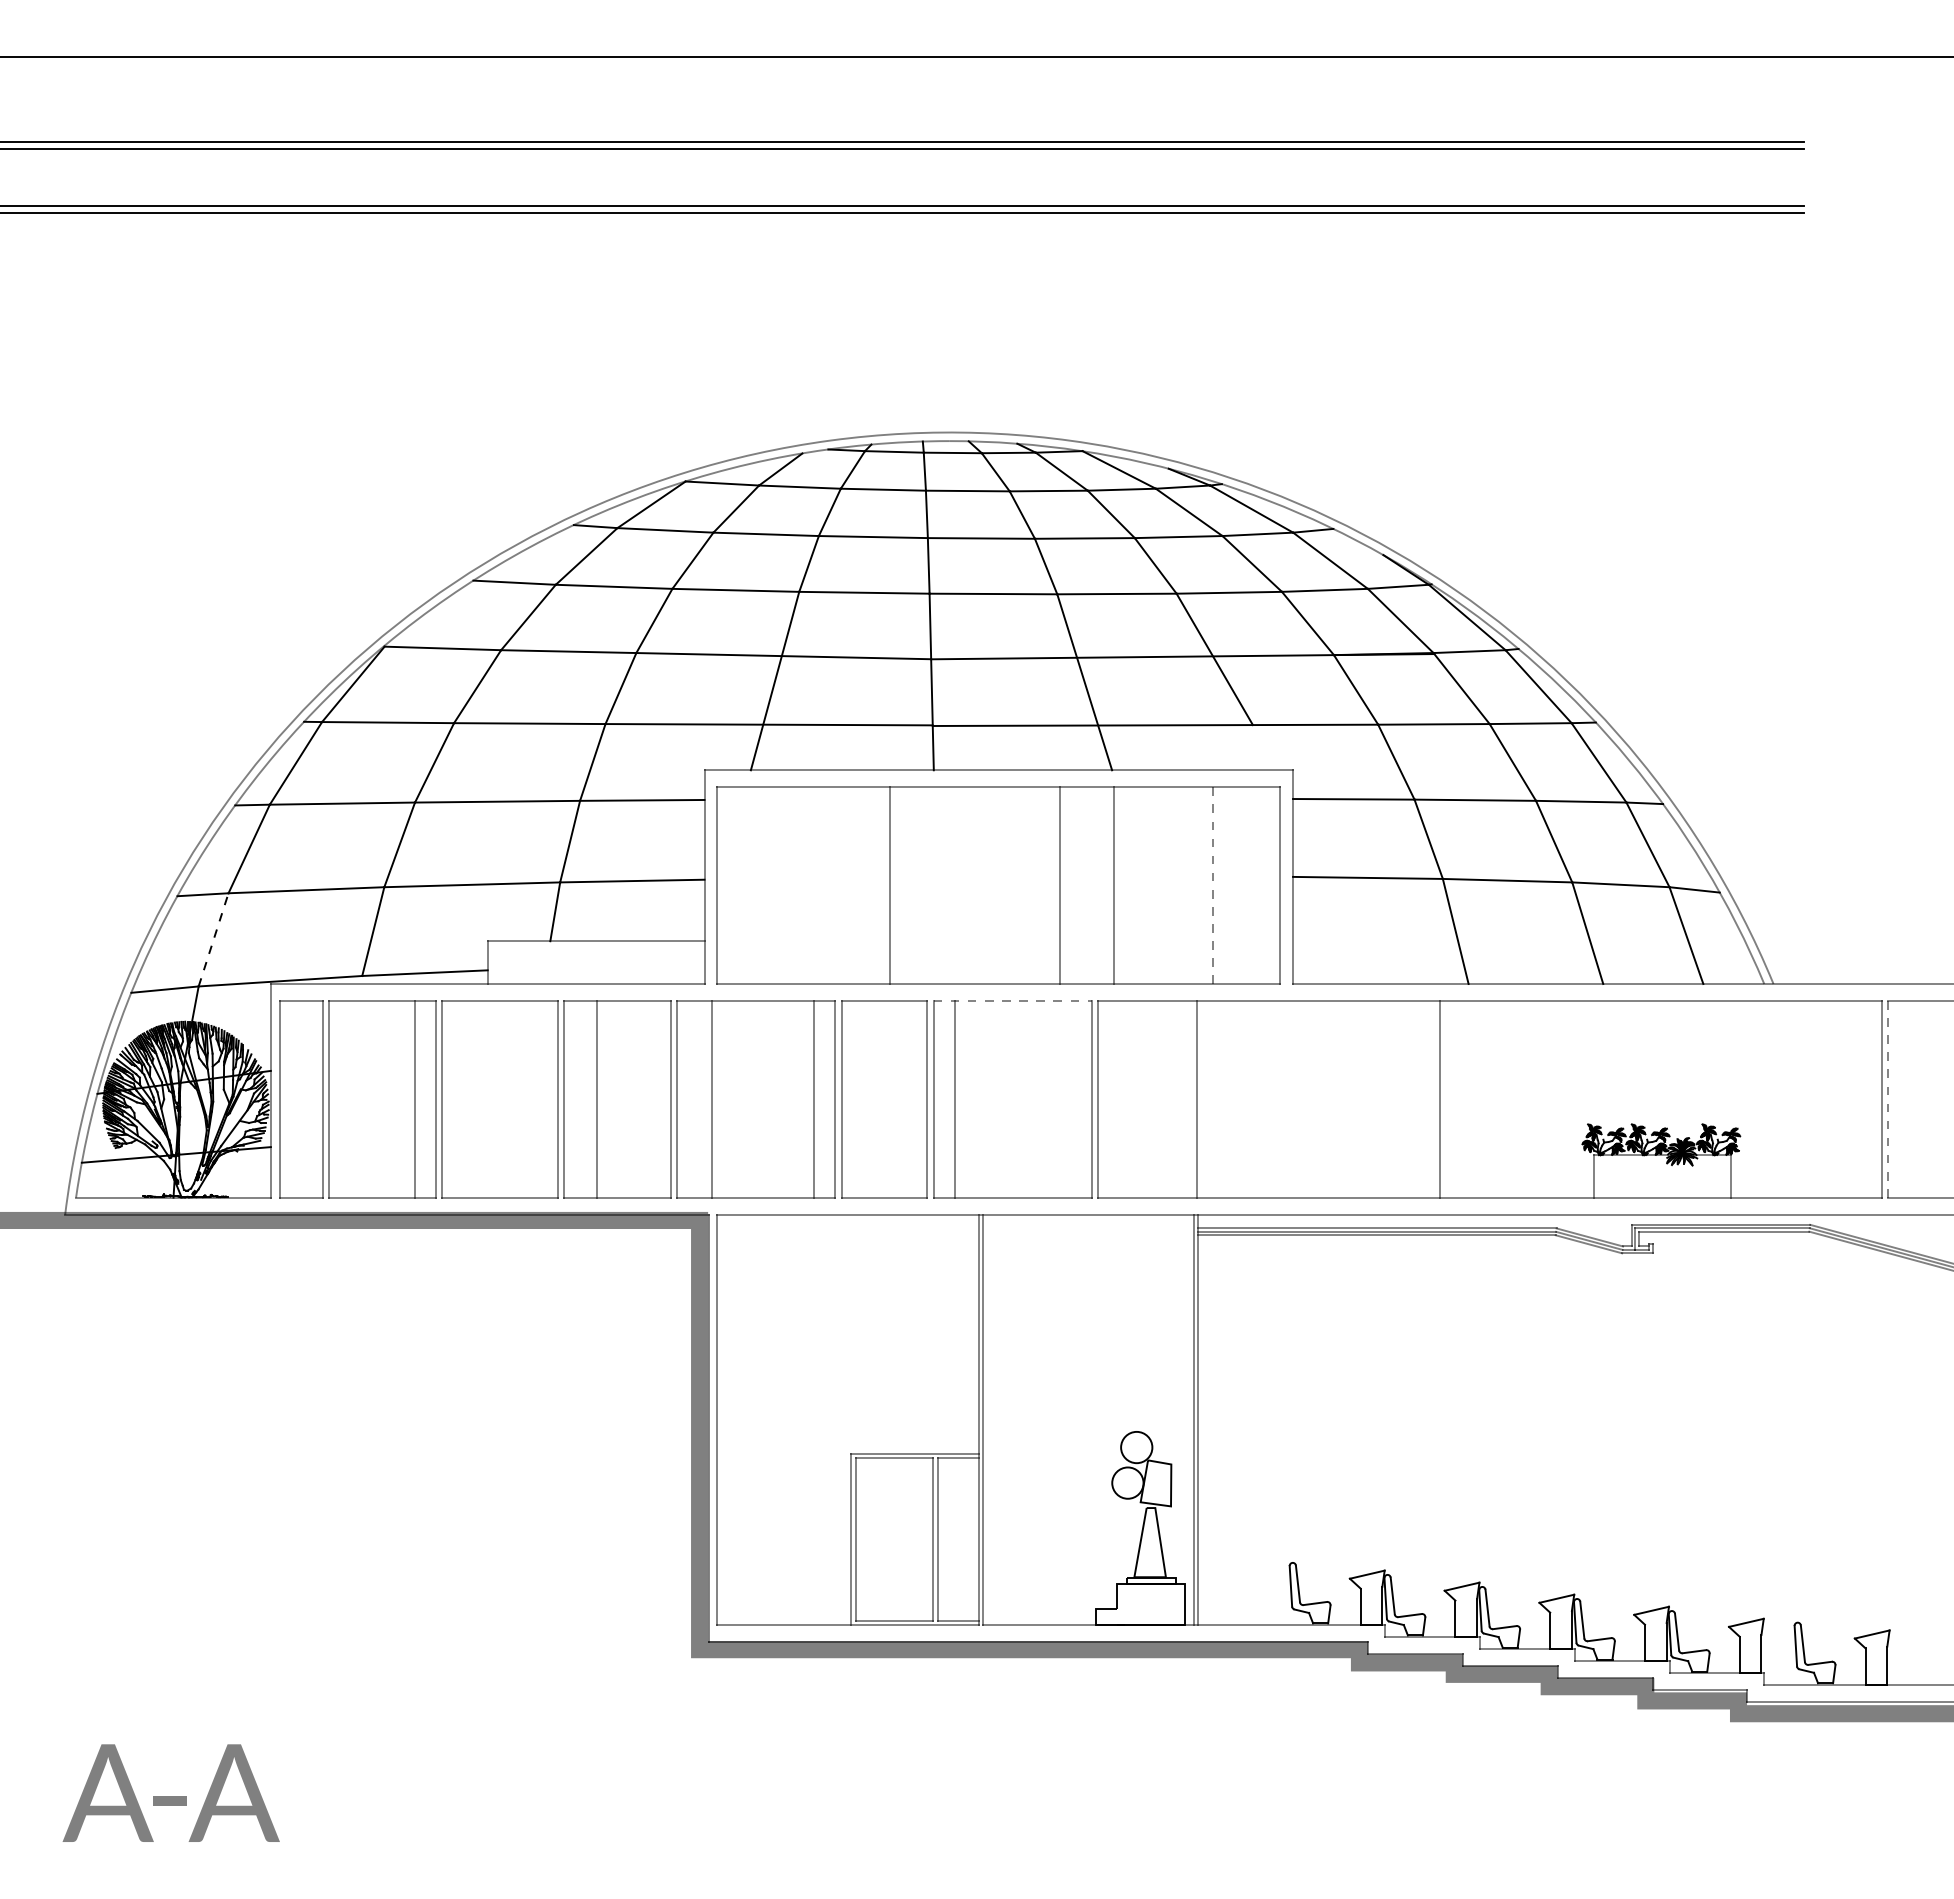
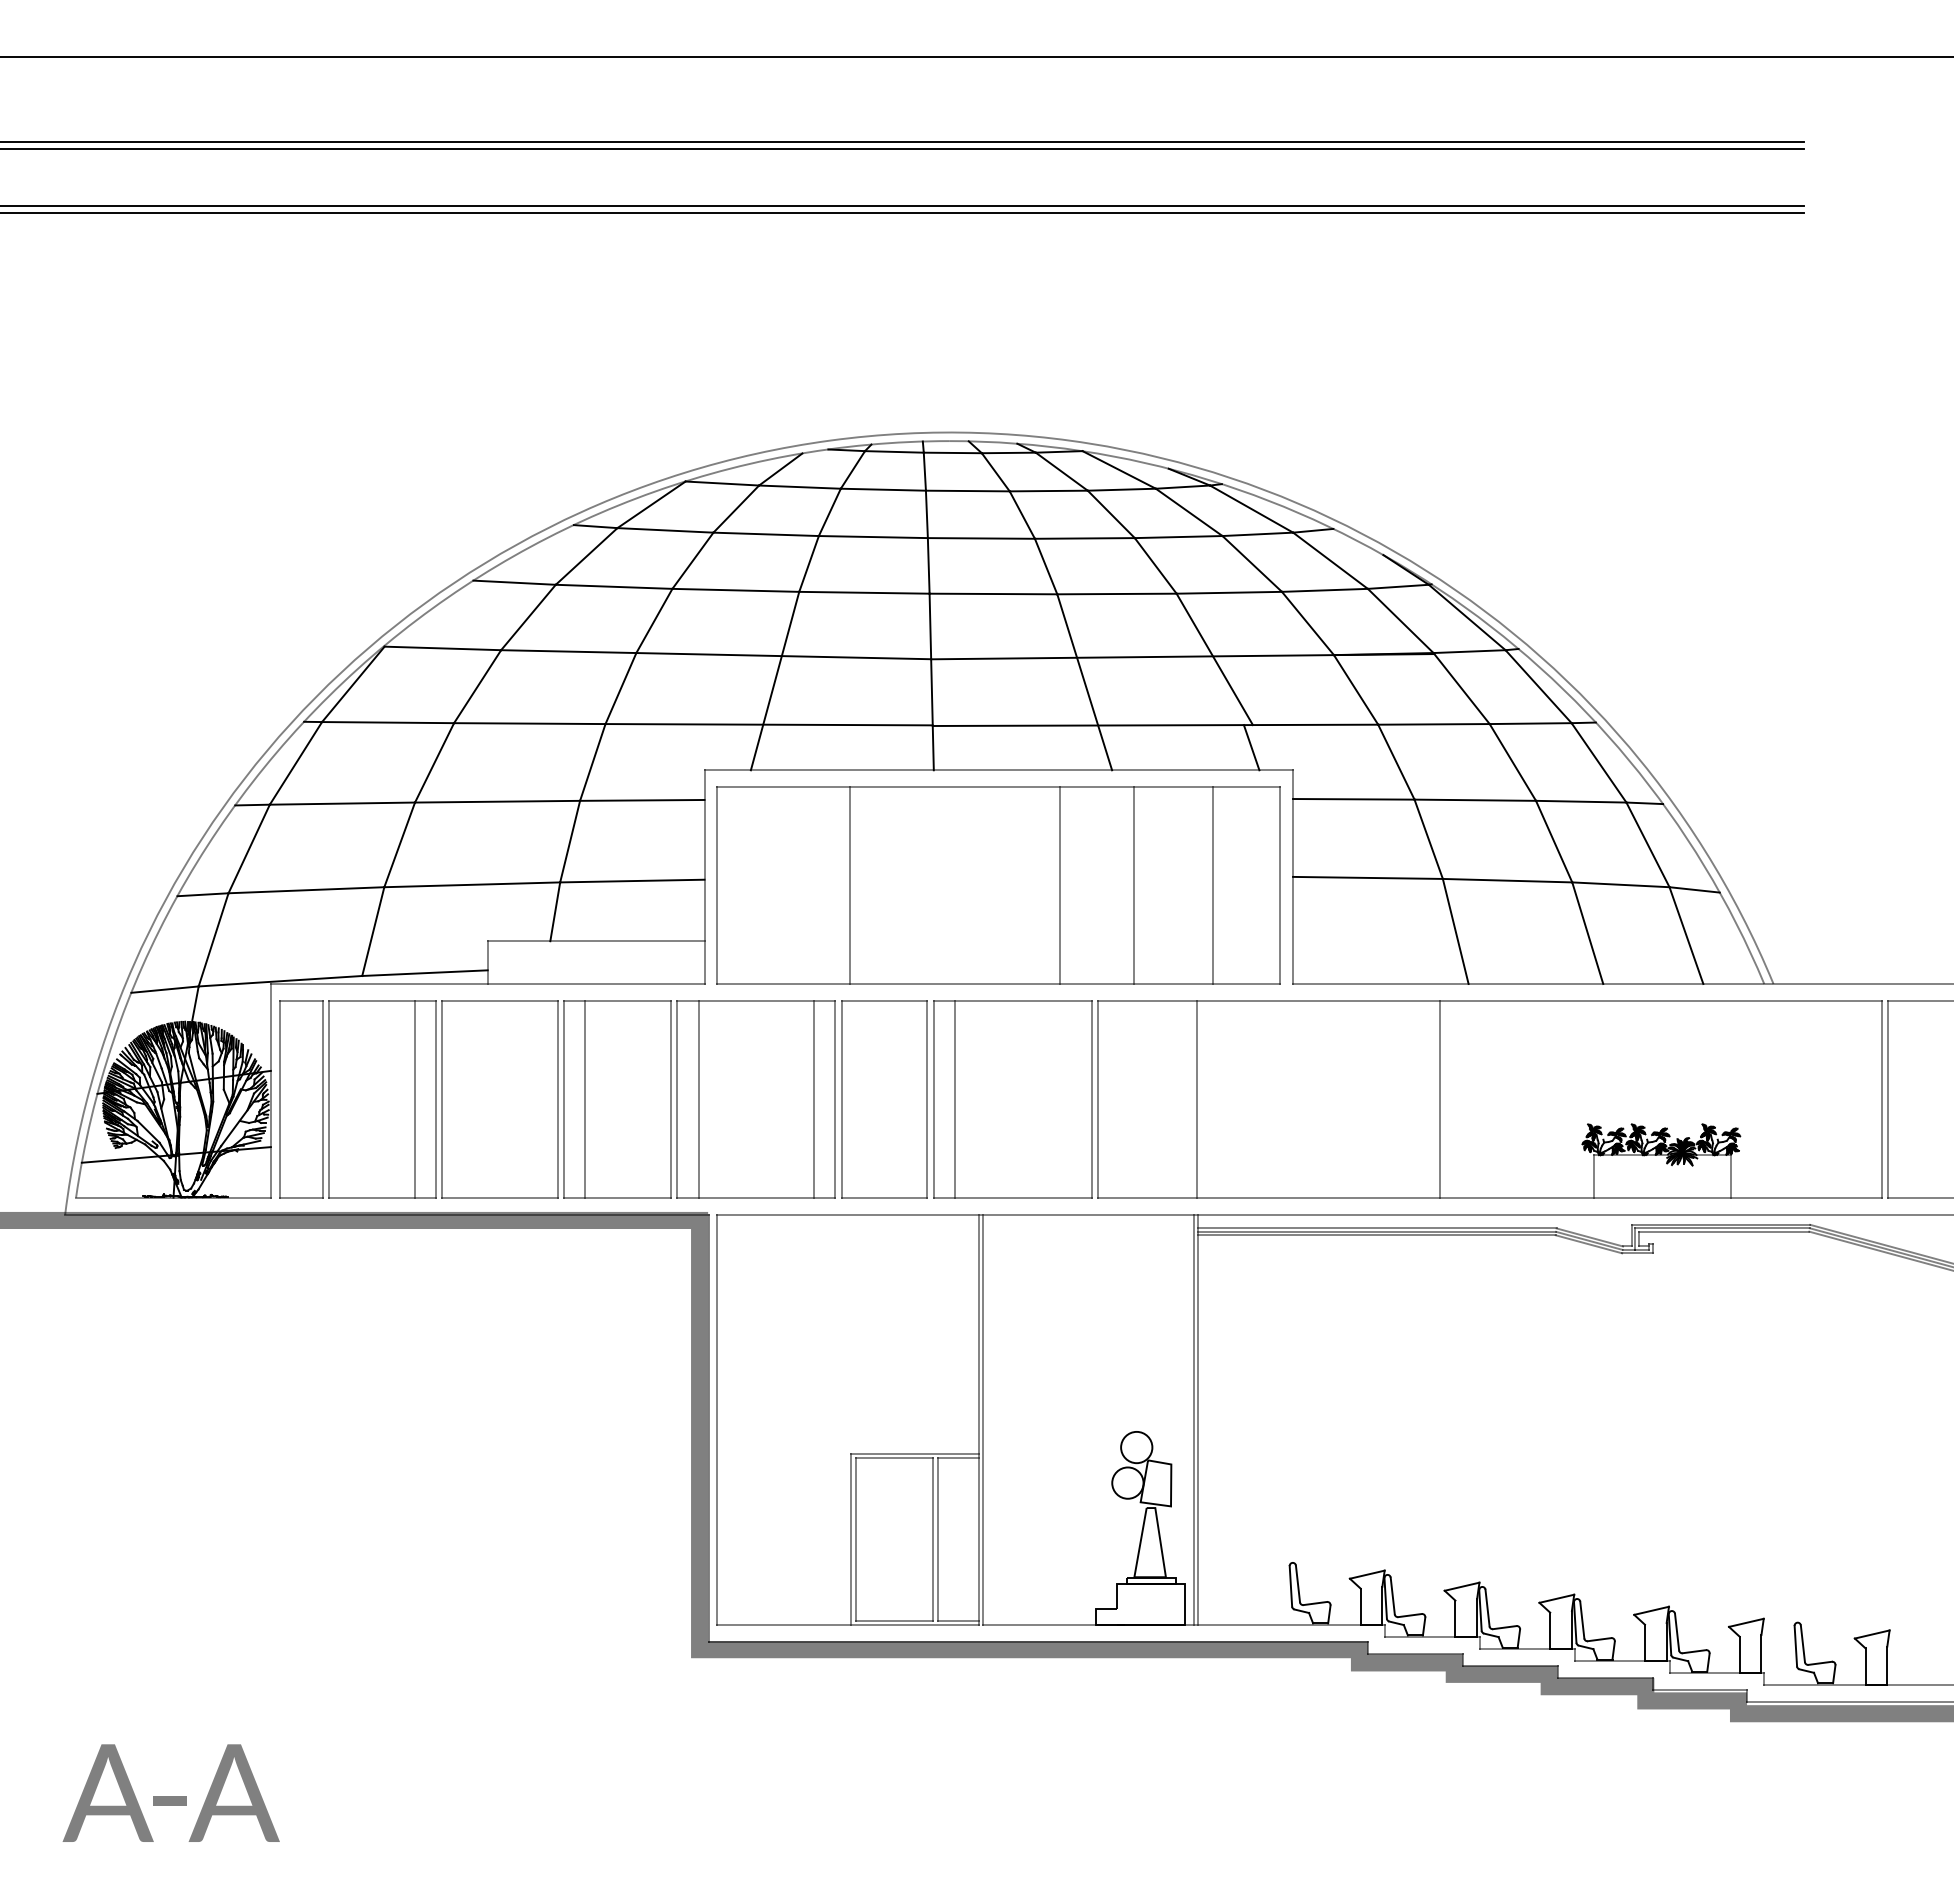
line at (1251, 747): none -> present
line at (889, 885) position: (889, 885) -> (849, 885)
line at (1113, 885) position: (1113, 885) -> (1133, 885)
line at (1212, 886): dashed -> solid
line at (213, 939): dashed -> solid
line at (1013, 1001): dashed -> solid
line at (597, 1099) position: (597, 1099) -> (585, 1099)
line at (711, 1099) position: (711, 1099) -> (698, 1099)
line at (1888, 1099): dashed -> solid
